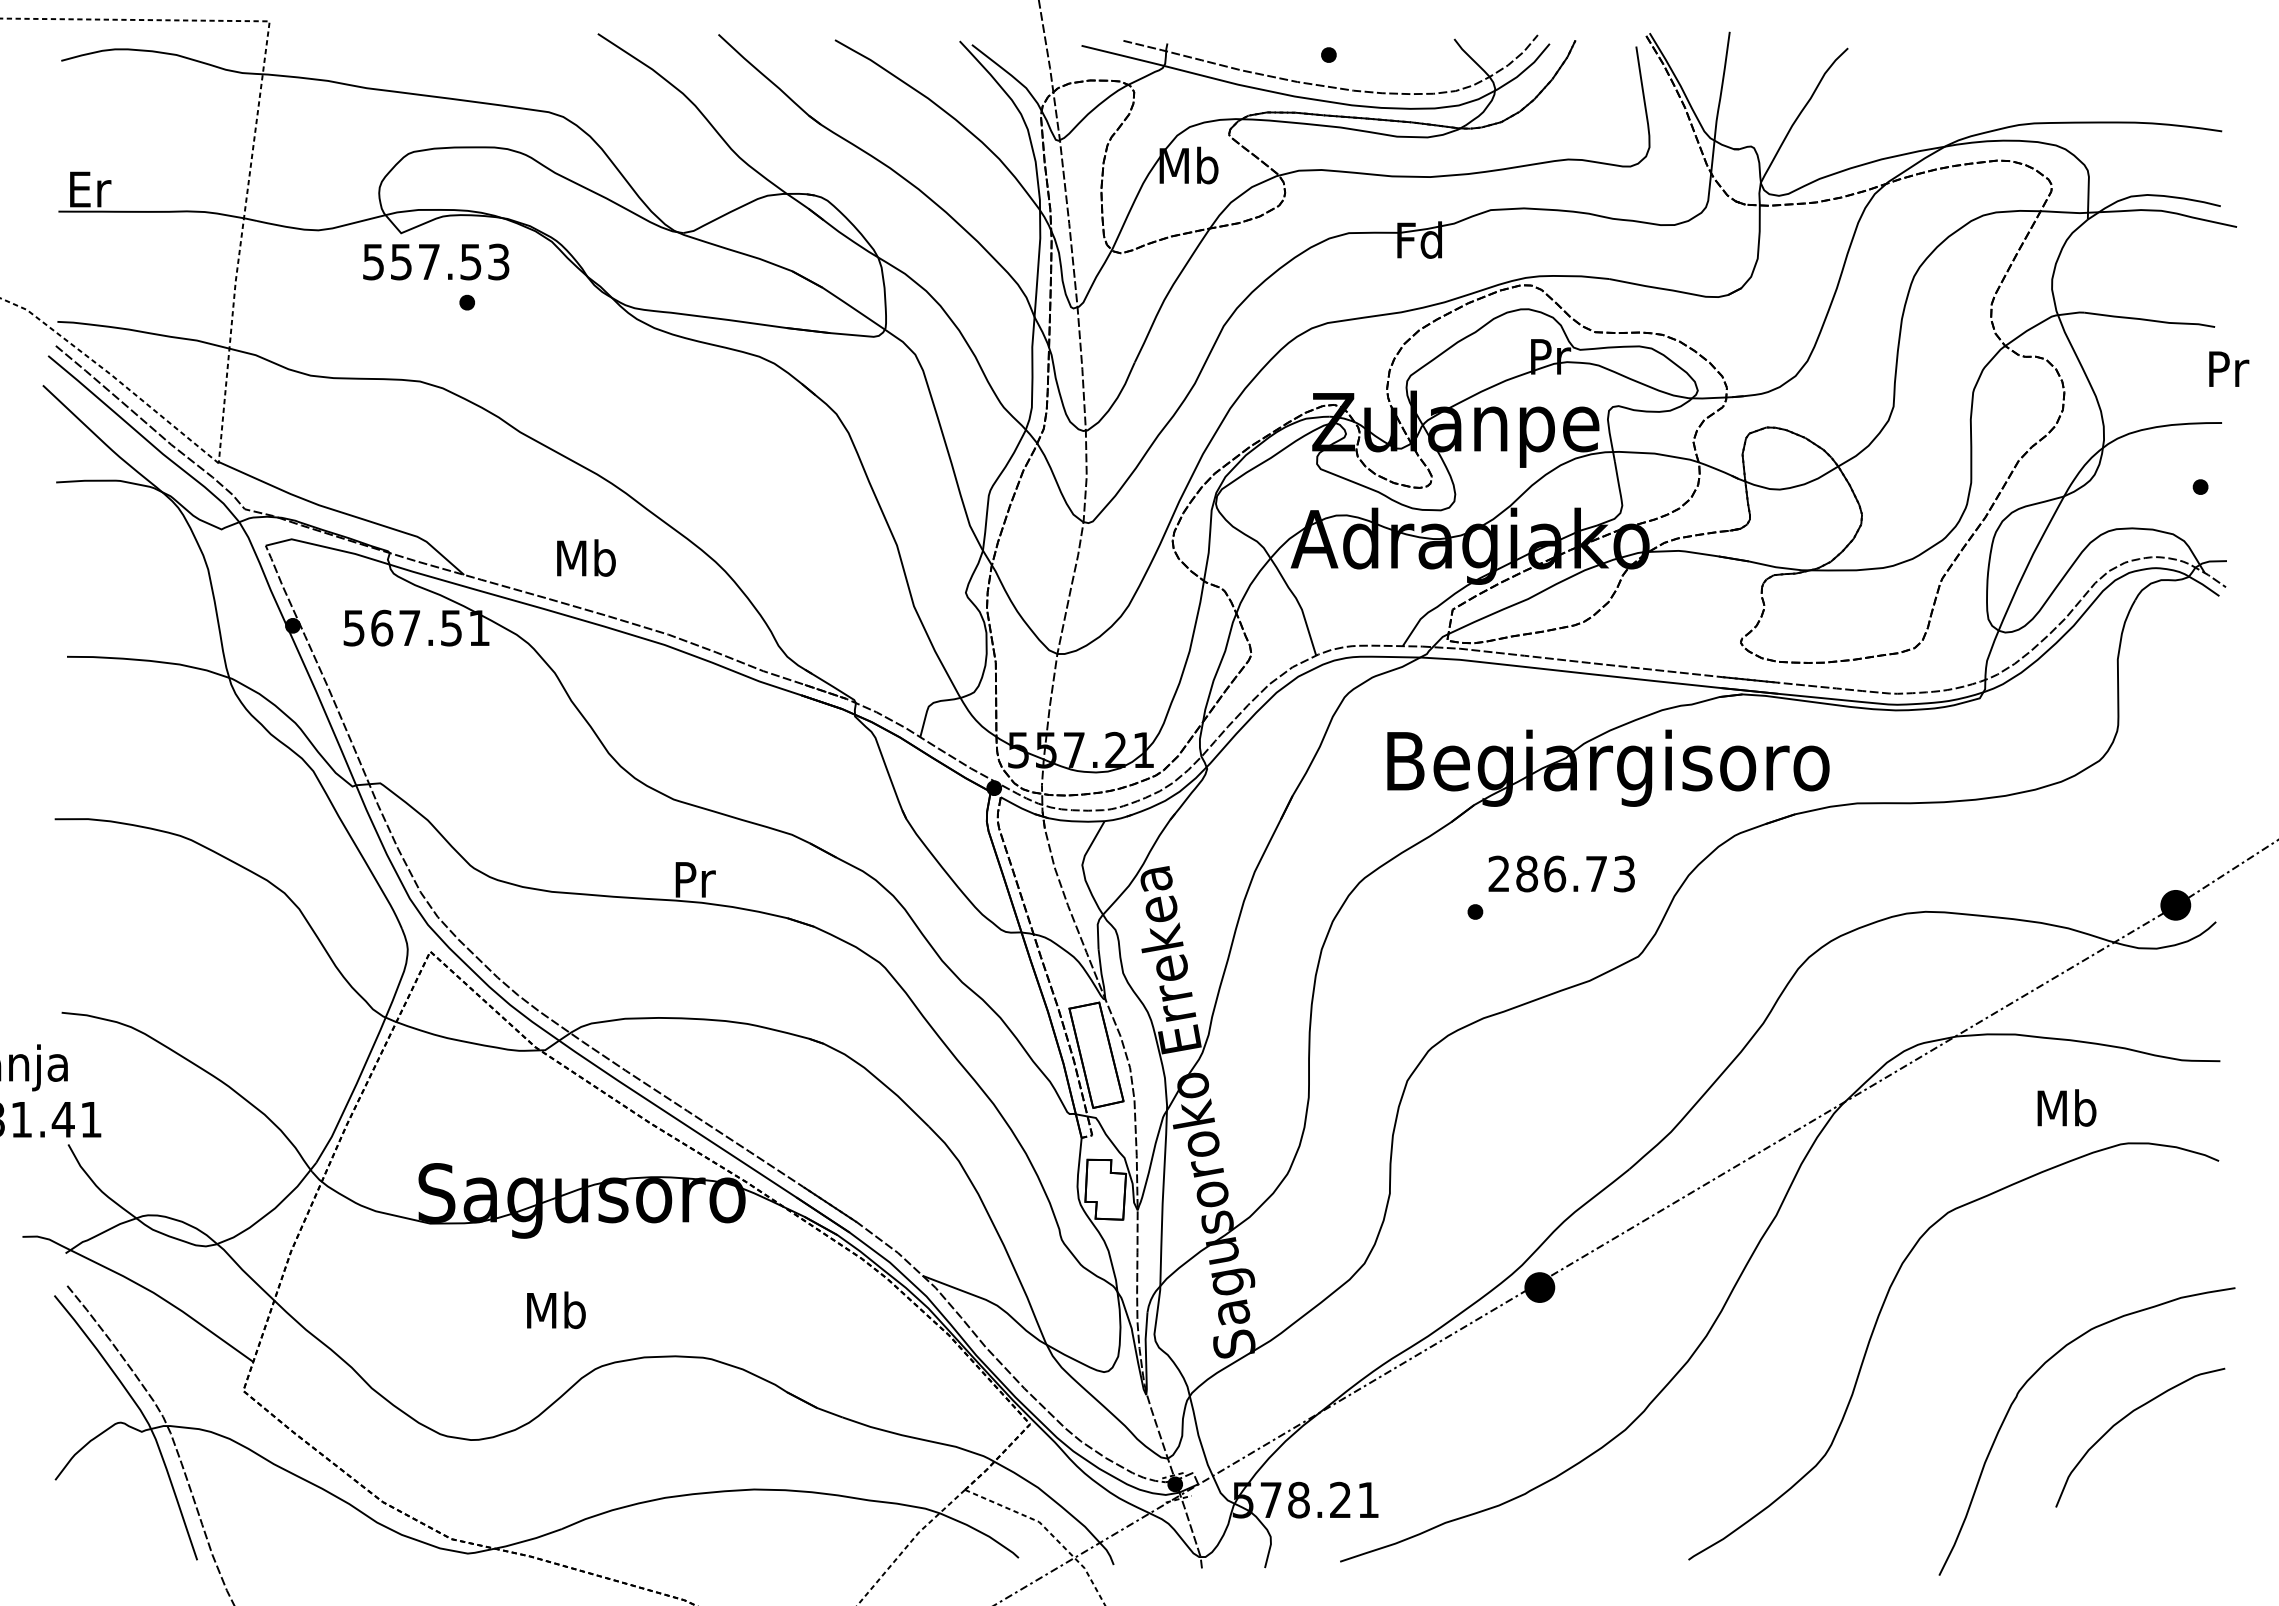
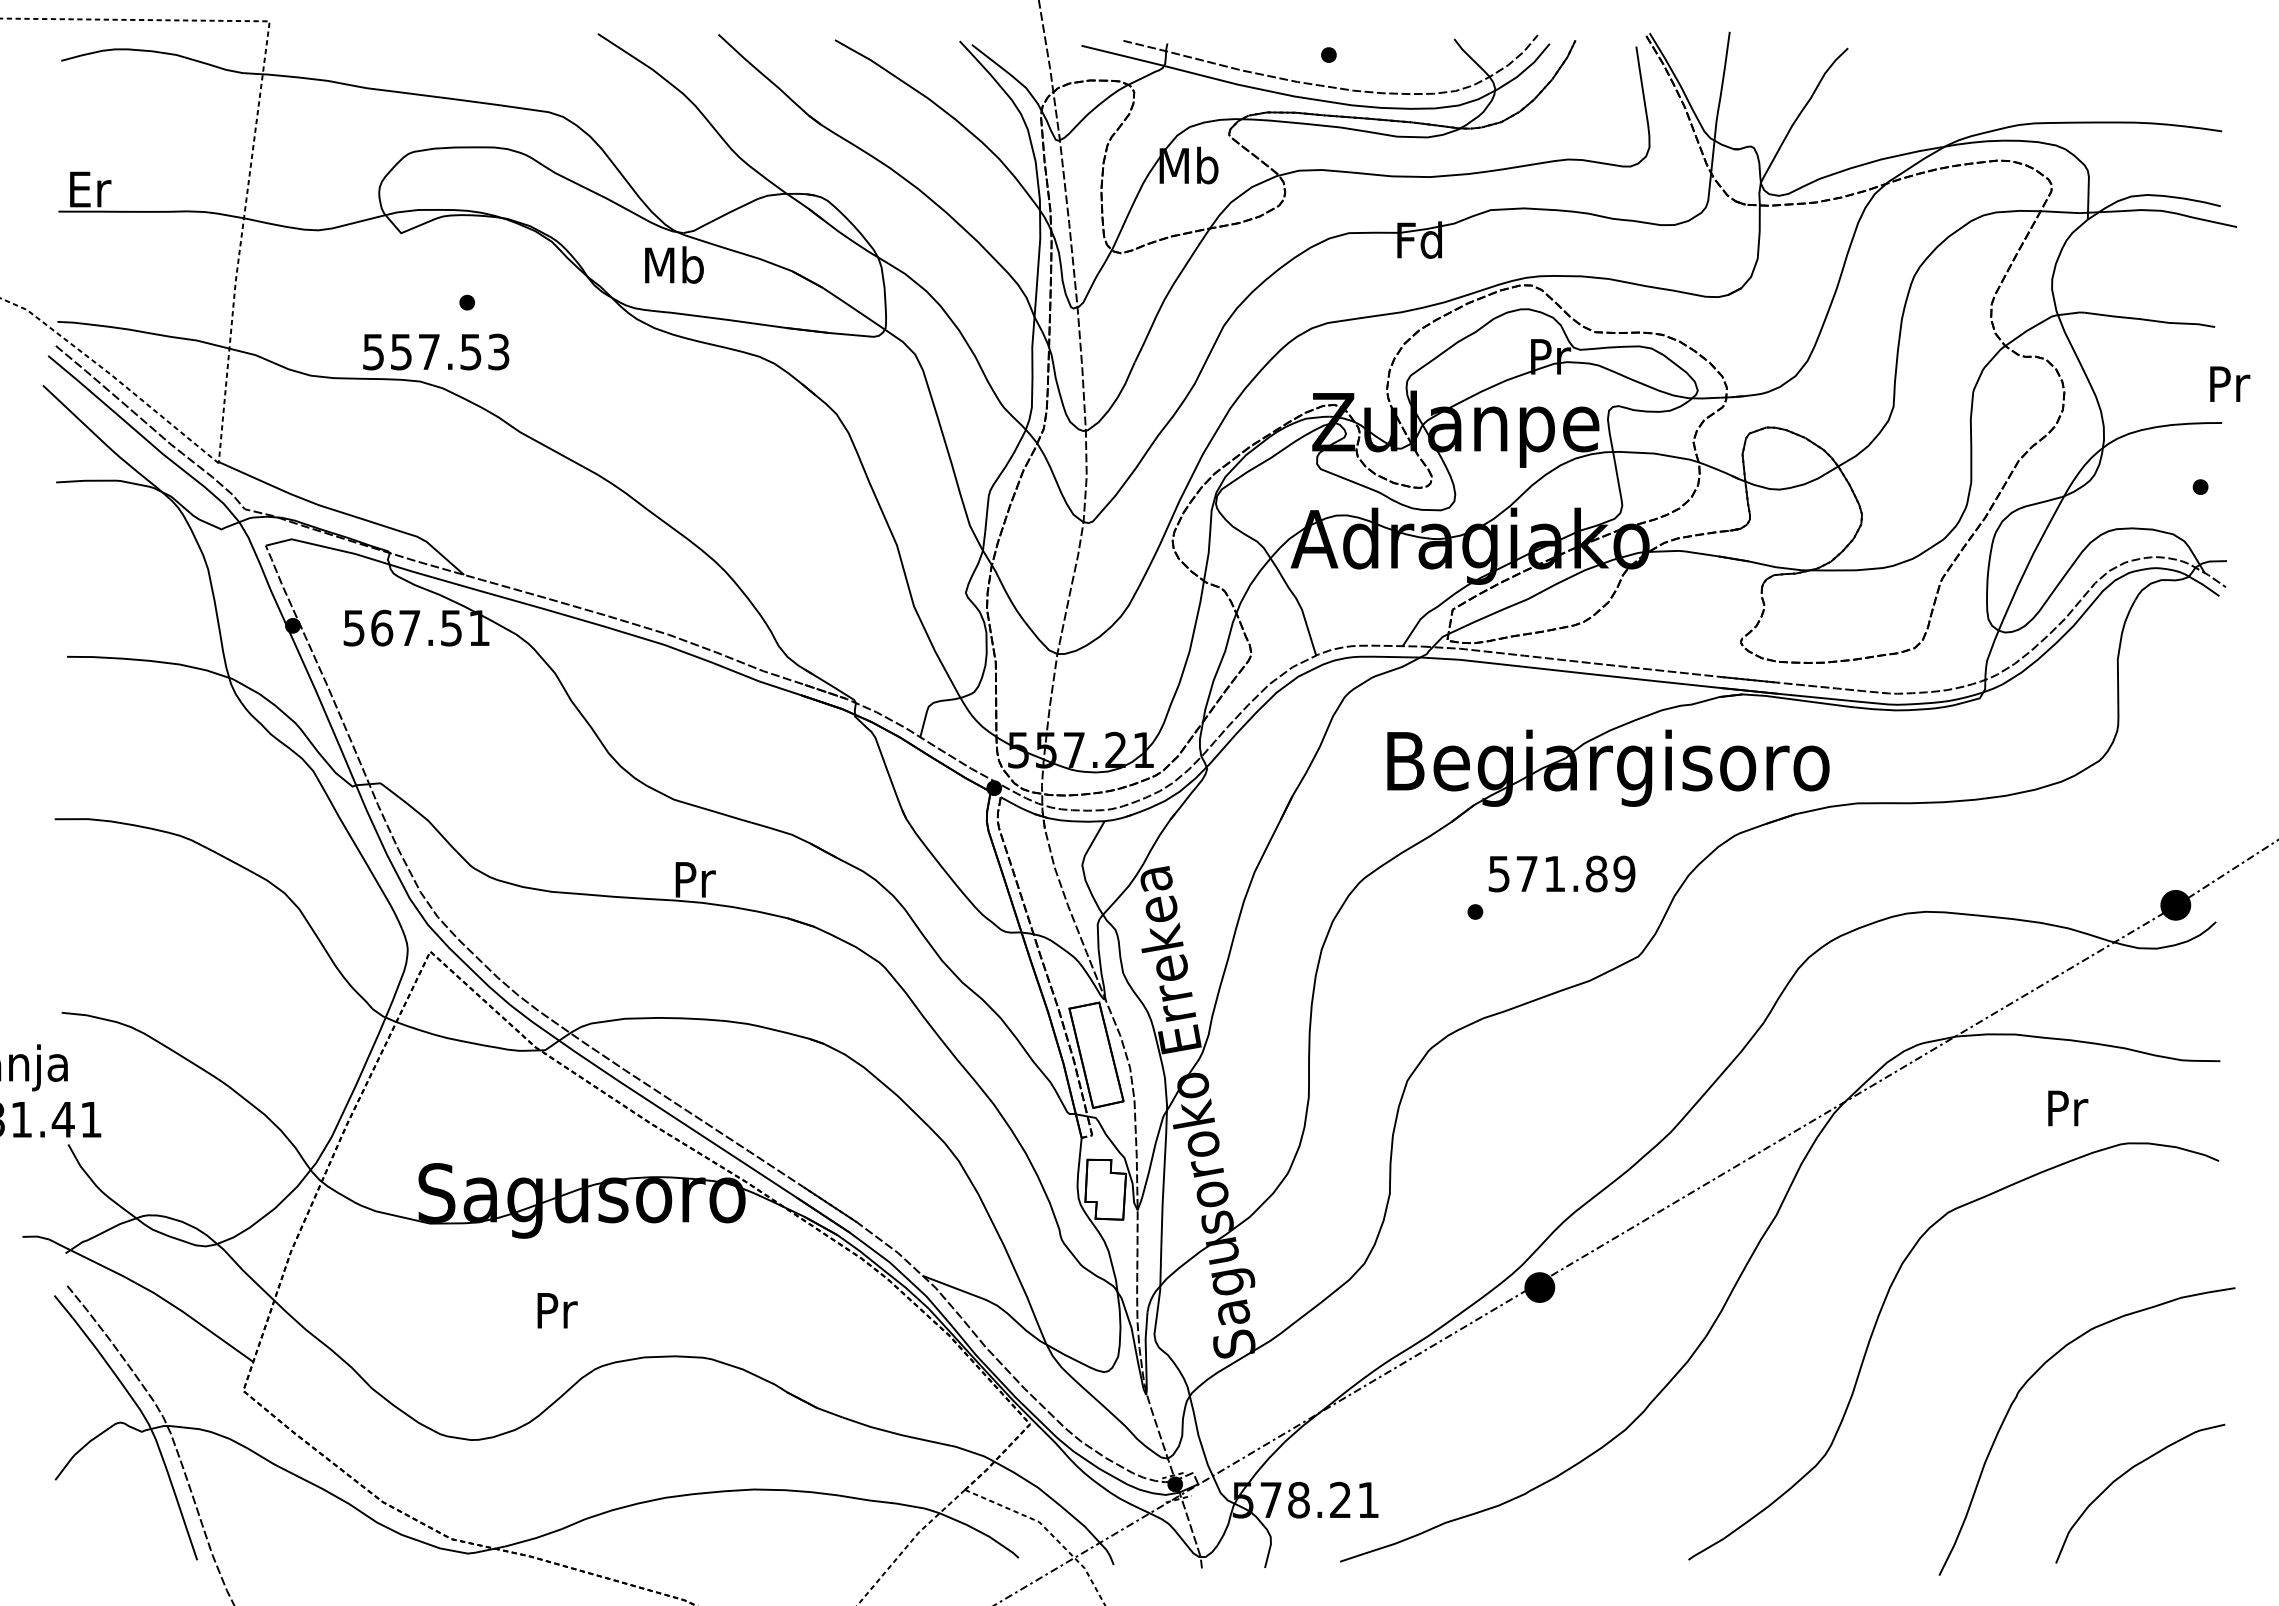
text at (436, 261) position: (436, 261) -> (436, 351)
text at (2229, 368) position: (2229, 368) -> (2230, 383)
text at (586, 557) position: (586, 557) -> (674, 264)
text at (1561, 873): 286.73 -> 571.89
text at (2066, 1107): Mb -> Pr
text at (556, 1310): Mb -> Pr
curve at (2126, 1417) position: (2126, 1417) -> (2126, 1473)
